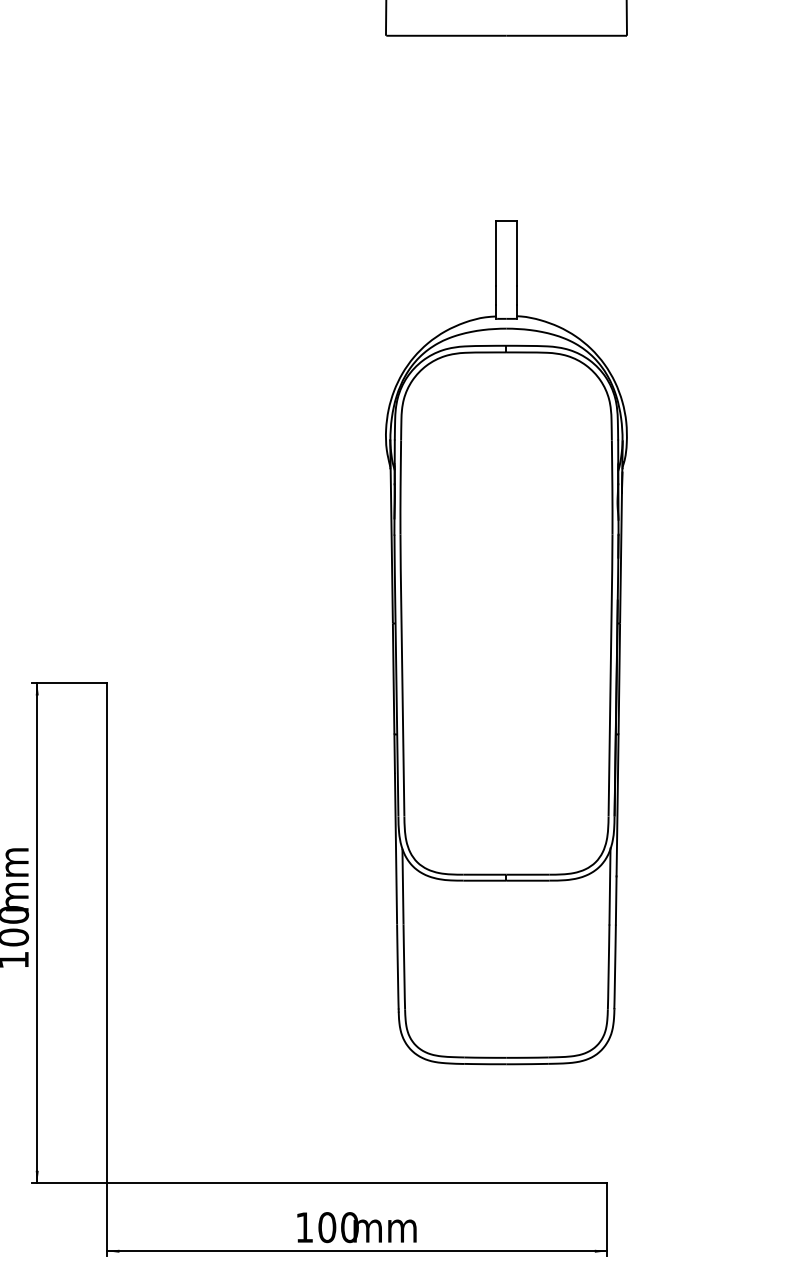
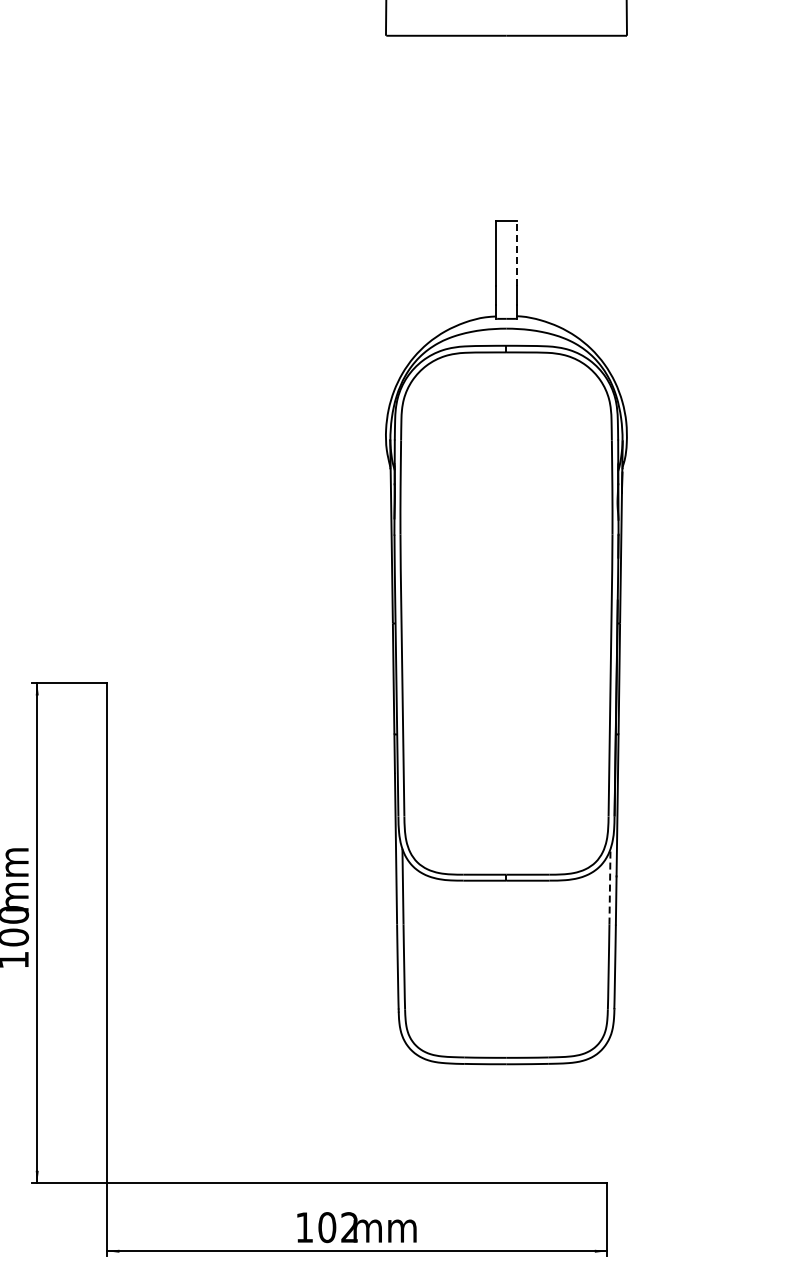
line at (516, 253): solid -> dashed
line at (609, 886): solid -> dashed
text at (349, 1227): 100 -> 102
